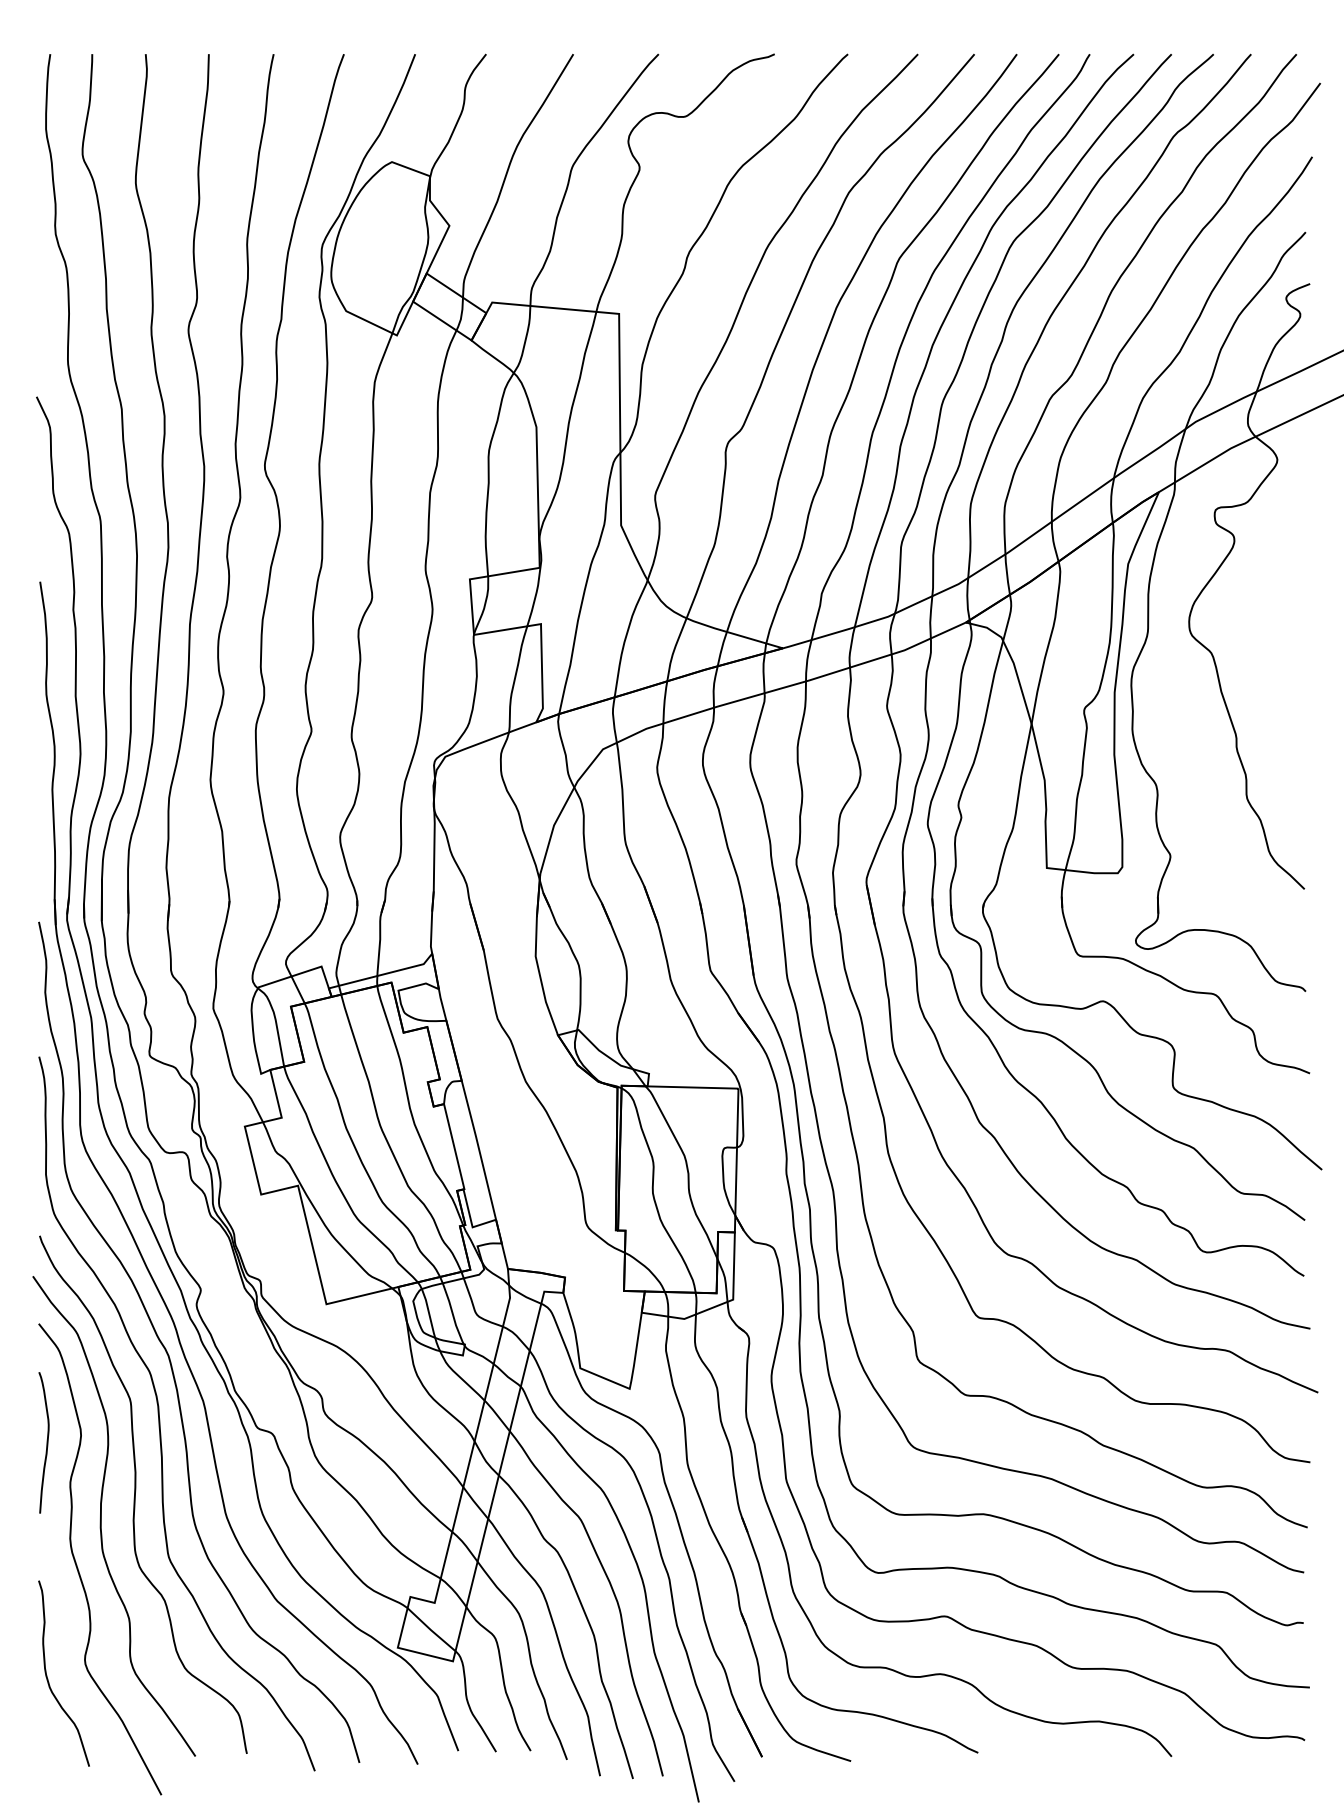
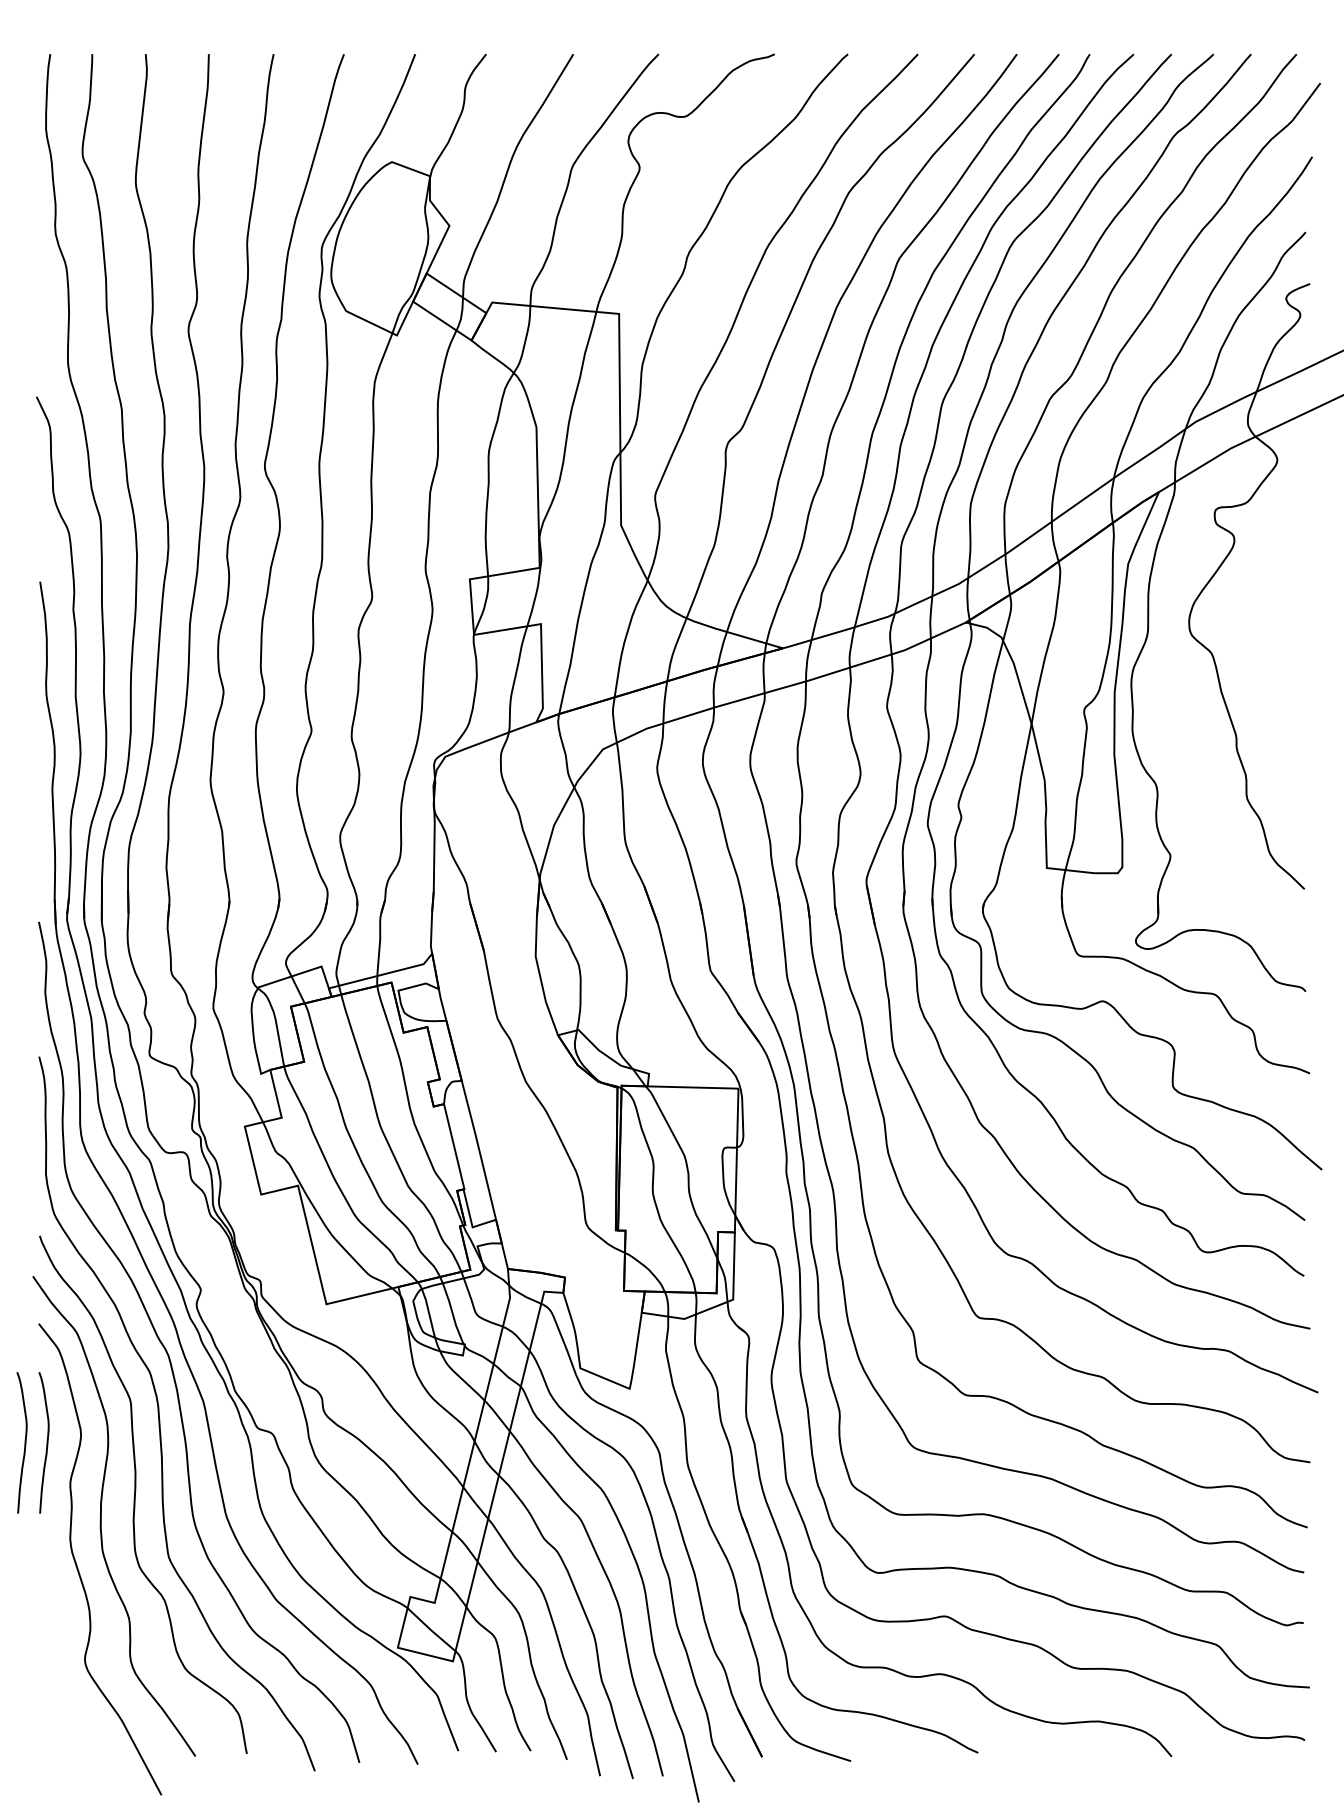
curve at (24, 1442): none -> present
curve at (48, 1678): present -> none
